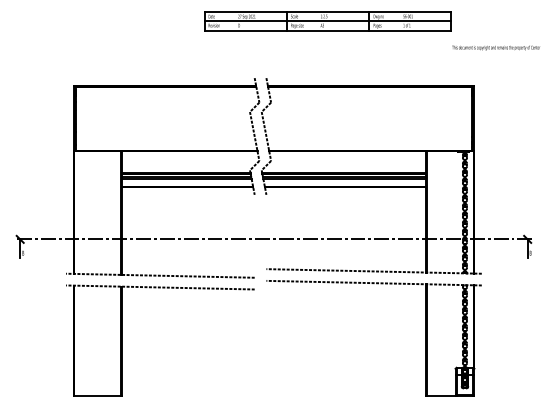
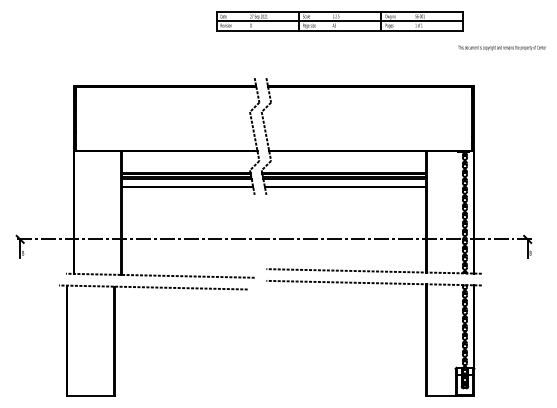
part at (327, 21) position: (327, 21) -> (339, 21)
text at (495, 47) position: (495, 47) -> (501, 47)
part at (122, 340) position: (122, 340) -> (115, 340)
